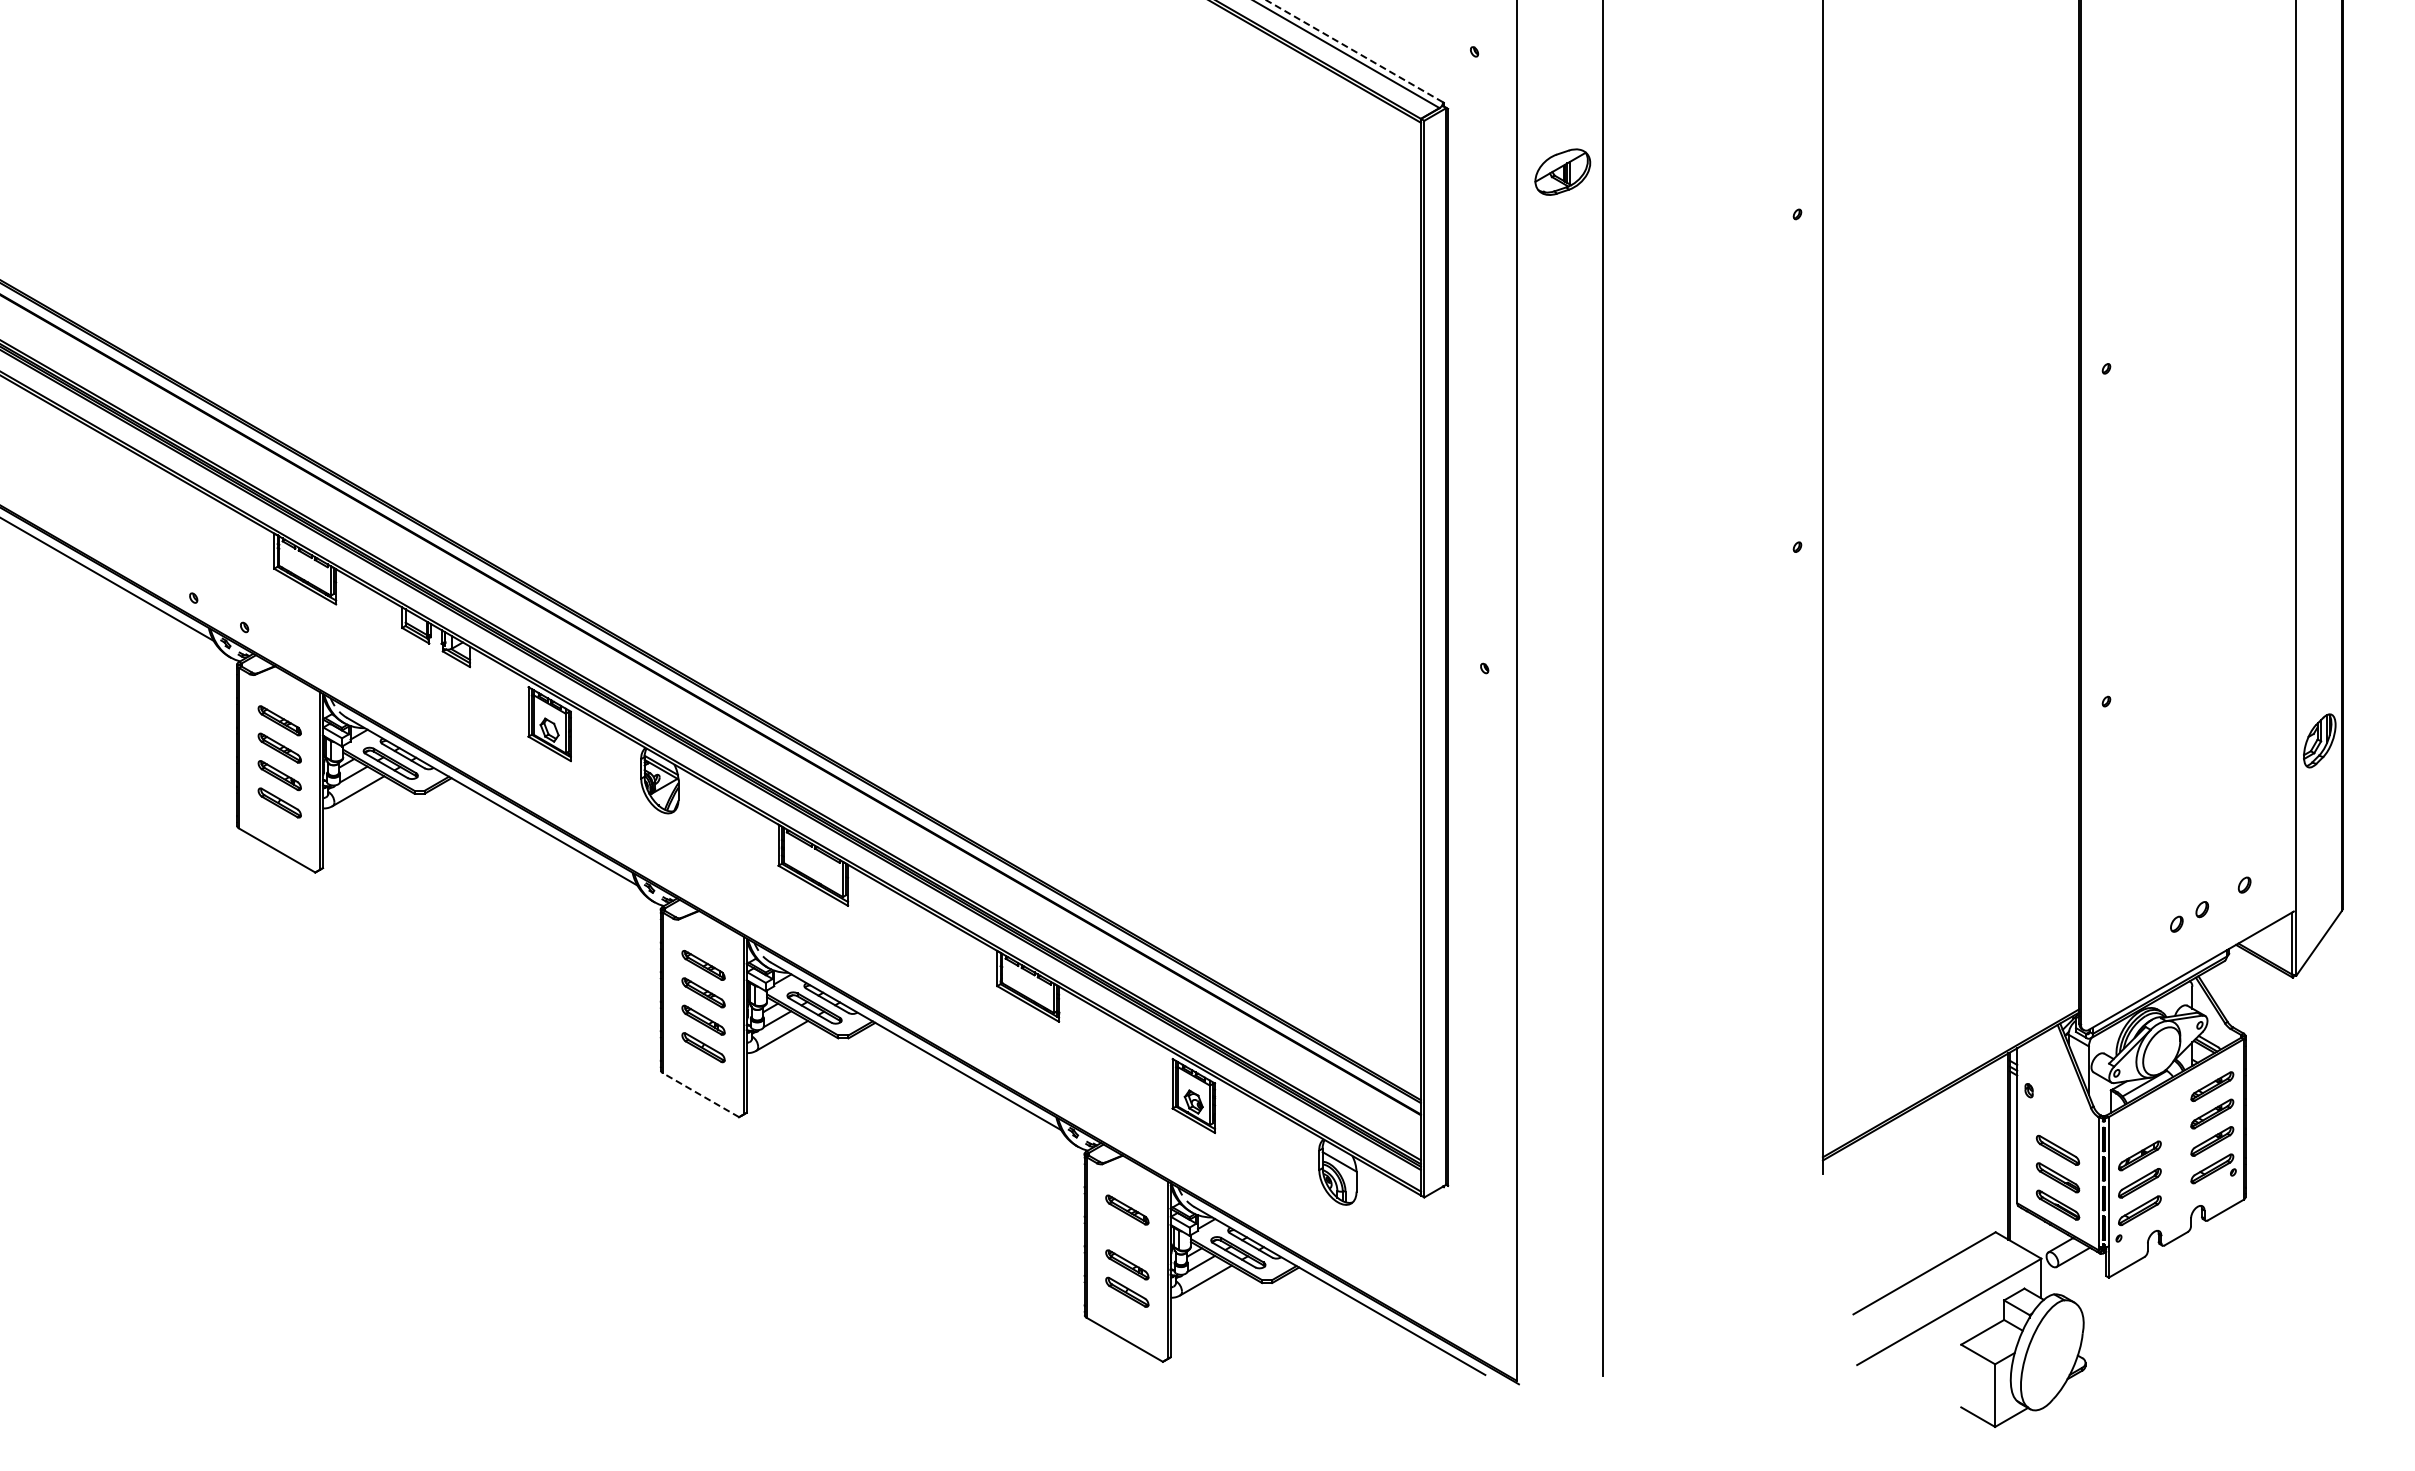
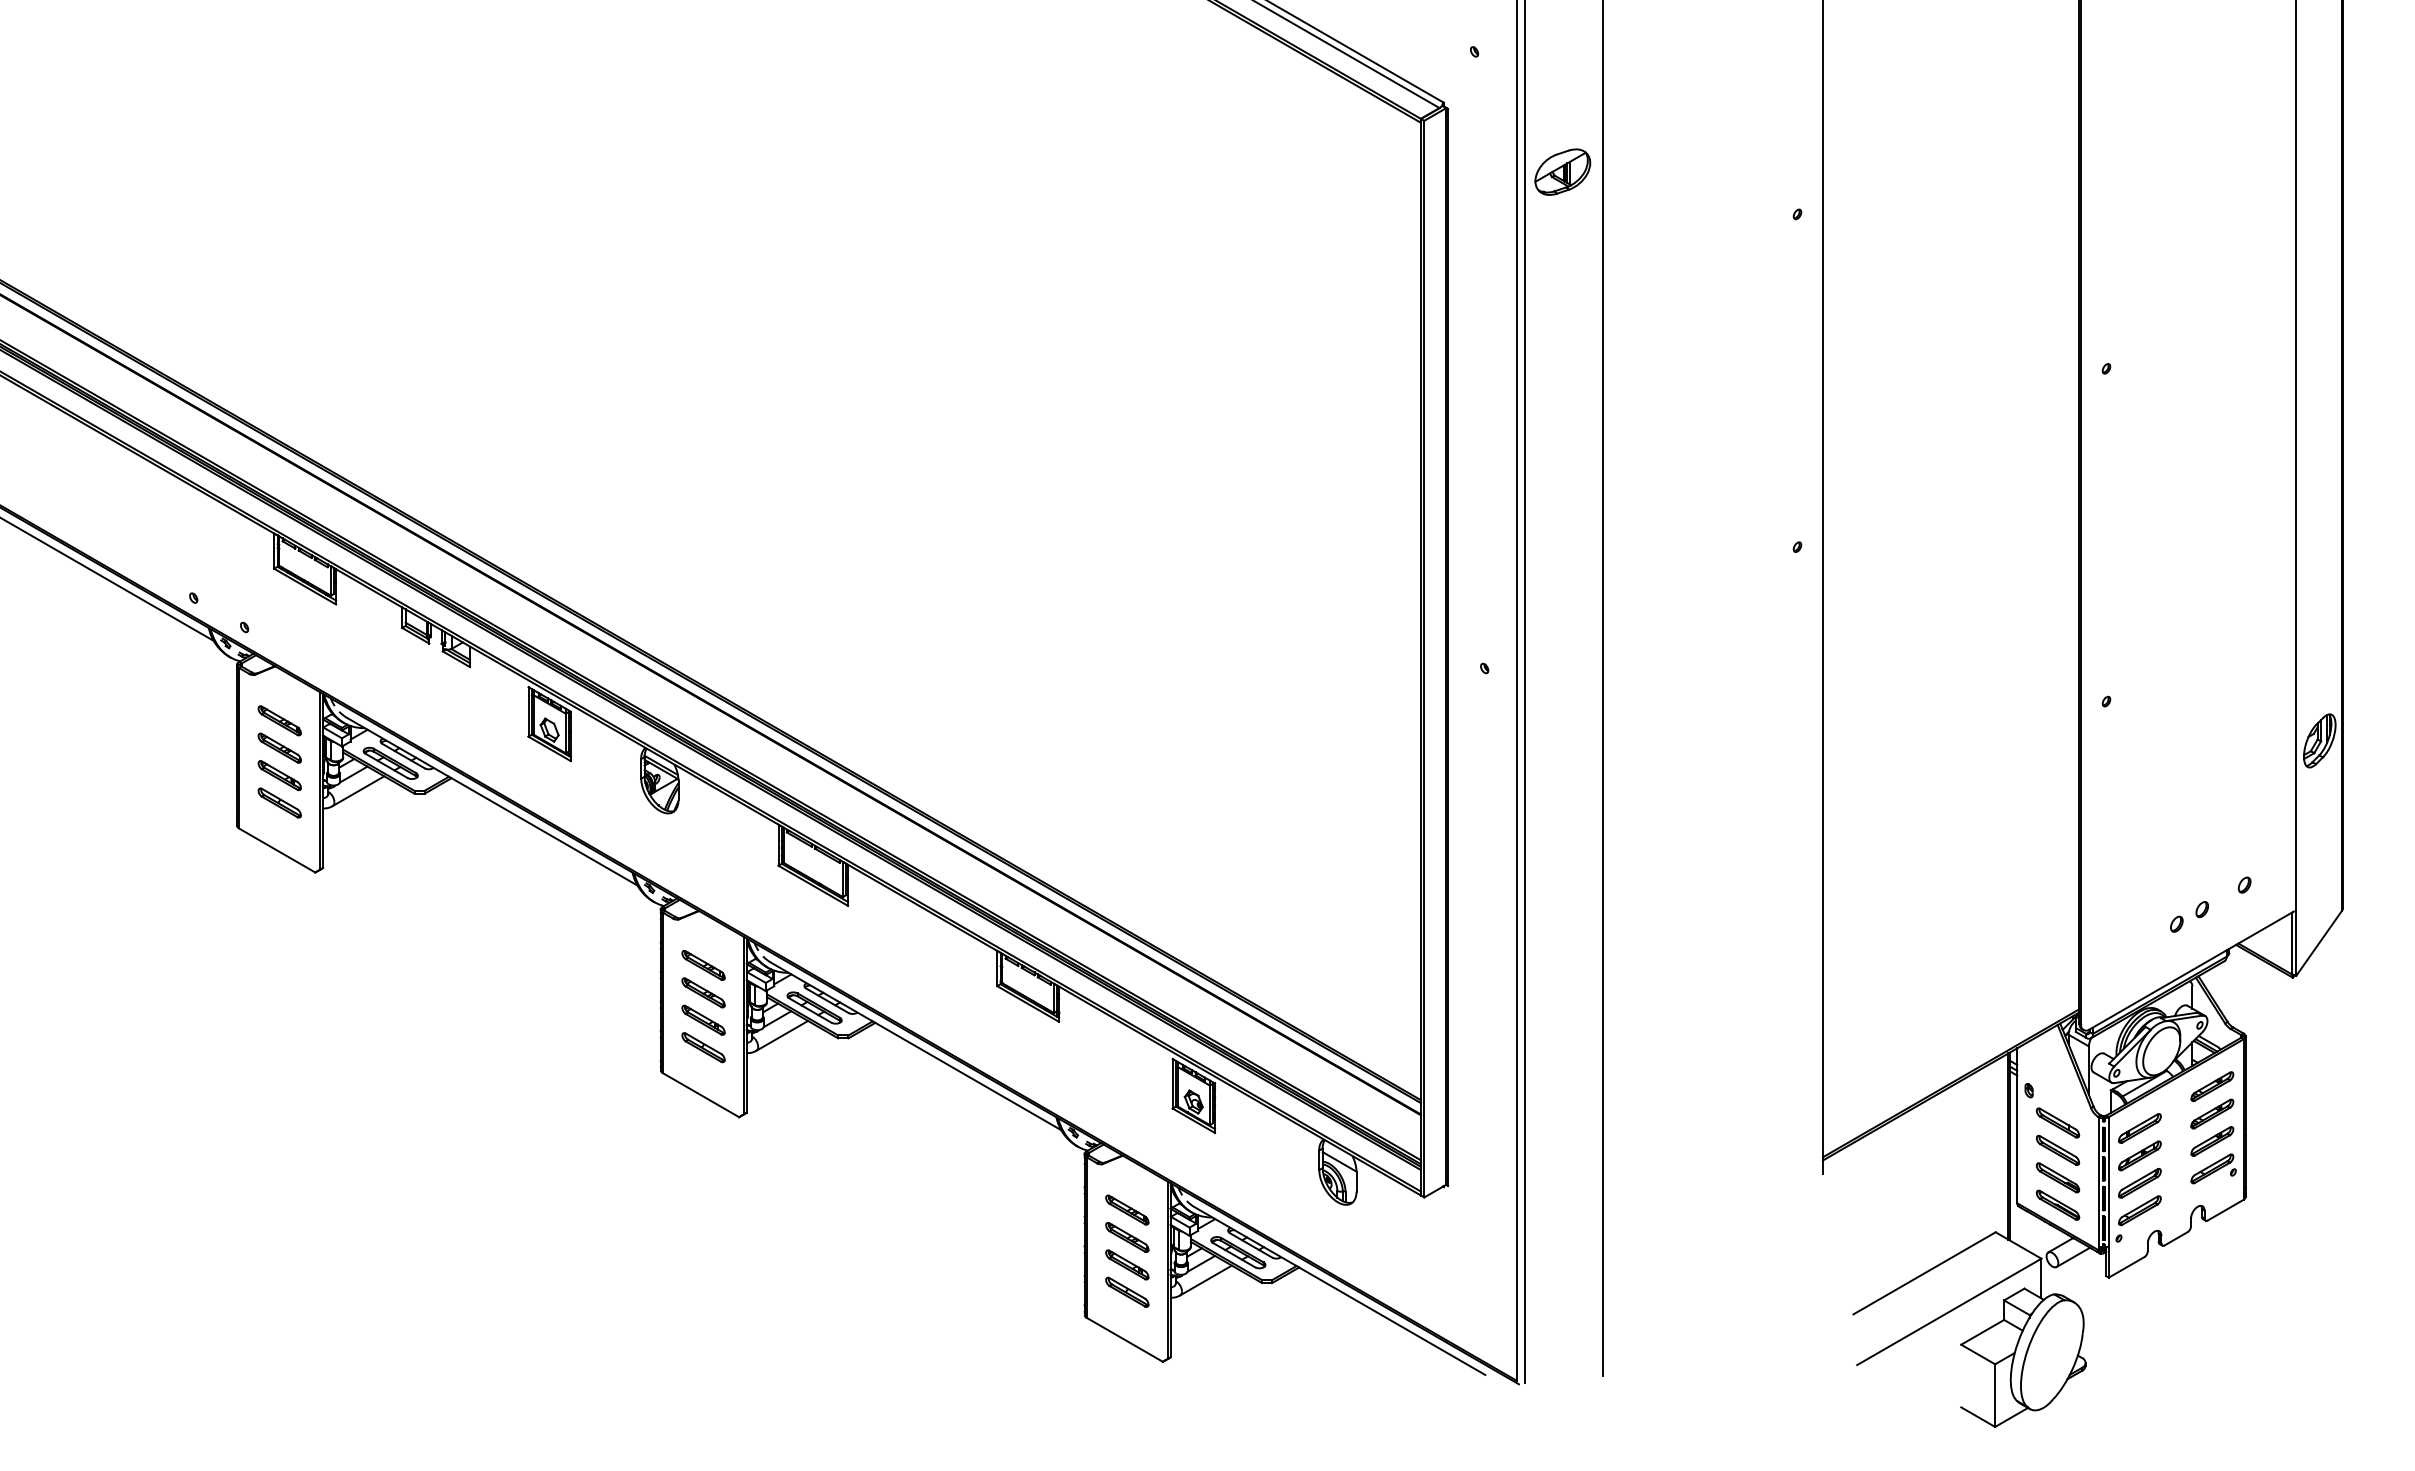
line at (1354, 51): dashed -> solid
line at (1524, 692): none -> present
line at (700, 1094): dashed -> solid
part at (2057, 1122): none -> present
part at (2139, 1128): none -> present
part at (1127, 1237): none -> present
